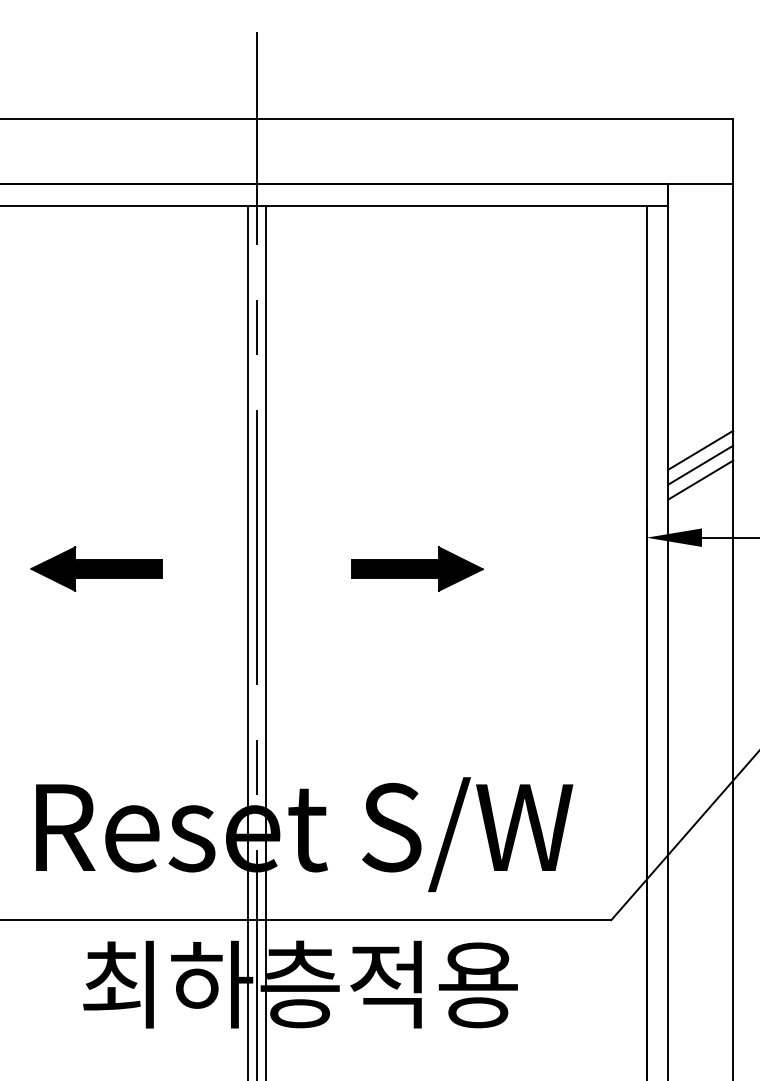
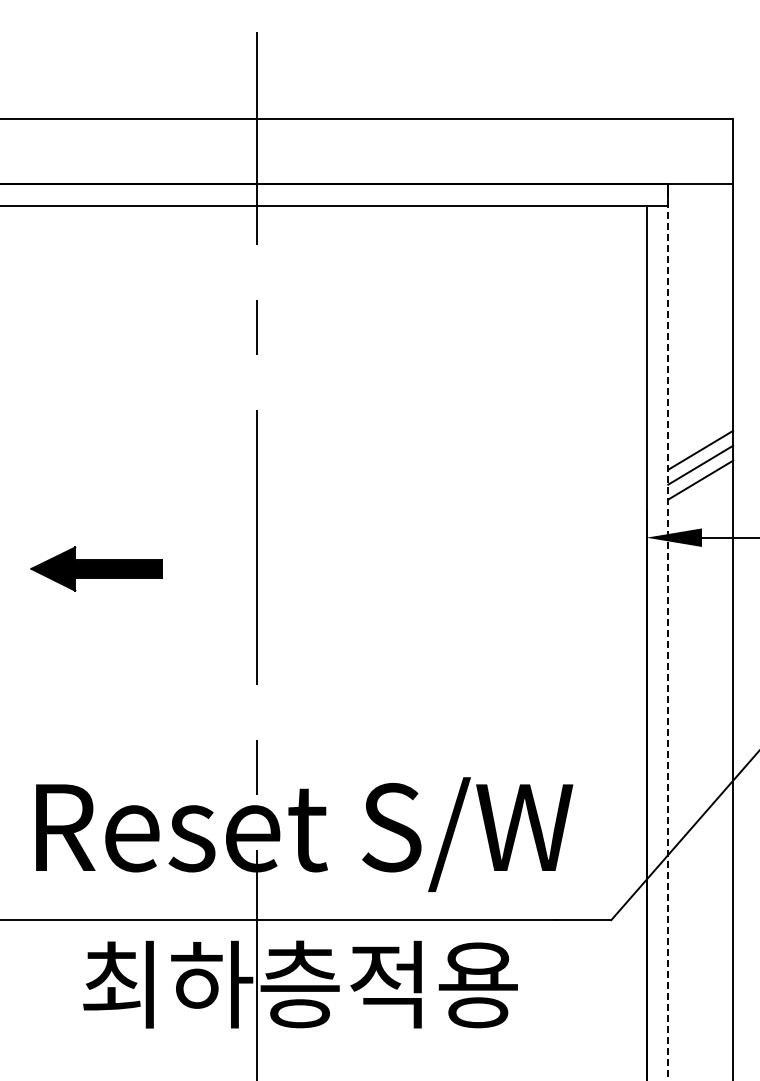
part at (417, 568): present -> none
line at (668, 631): solid -> dashed
line at (248, 641): present -> none
line at (265, 641): present -> none
